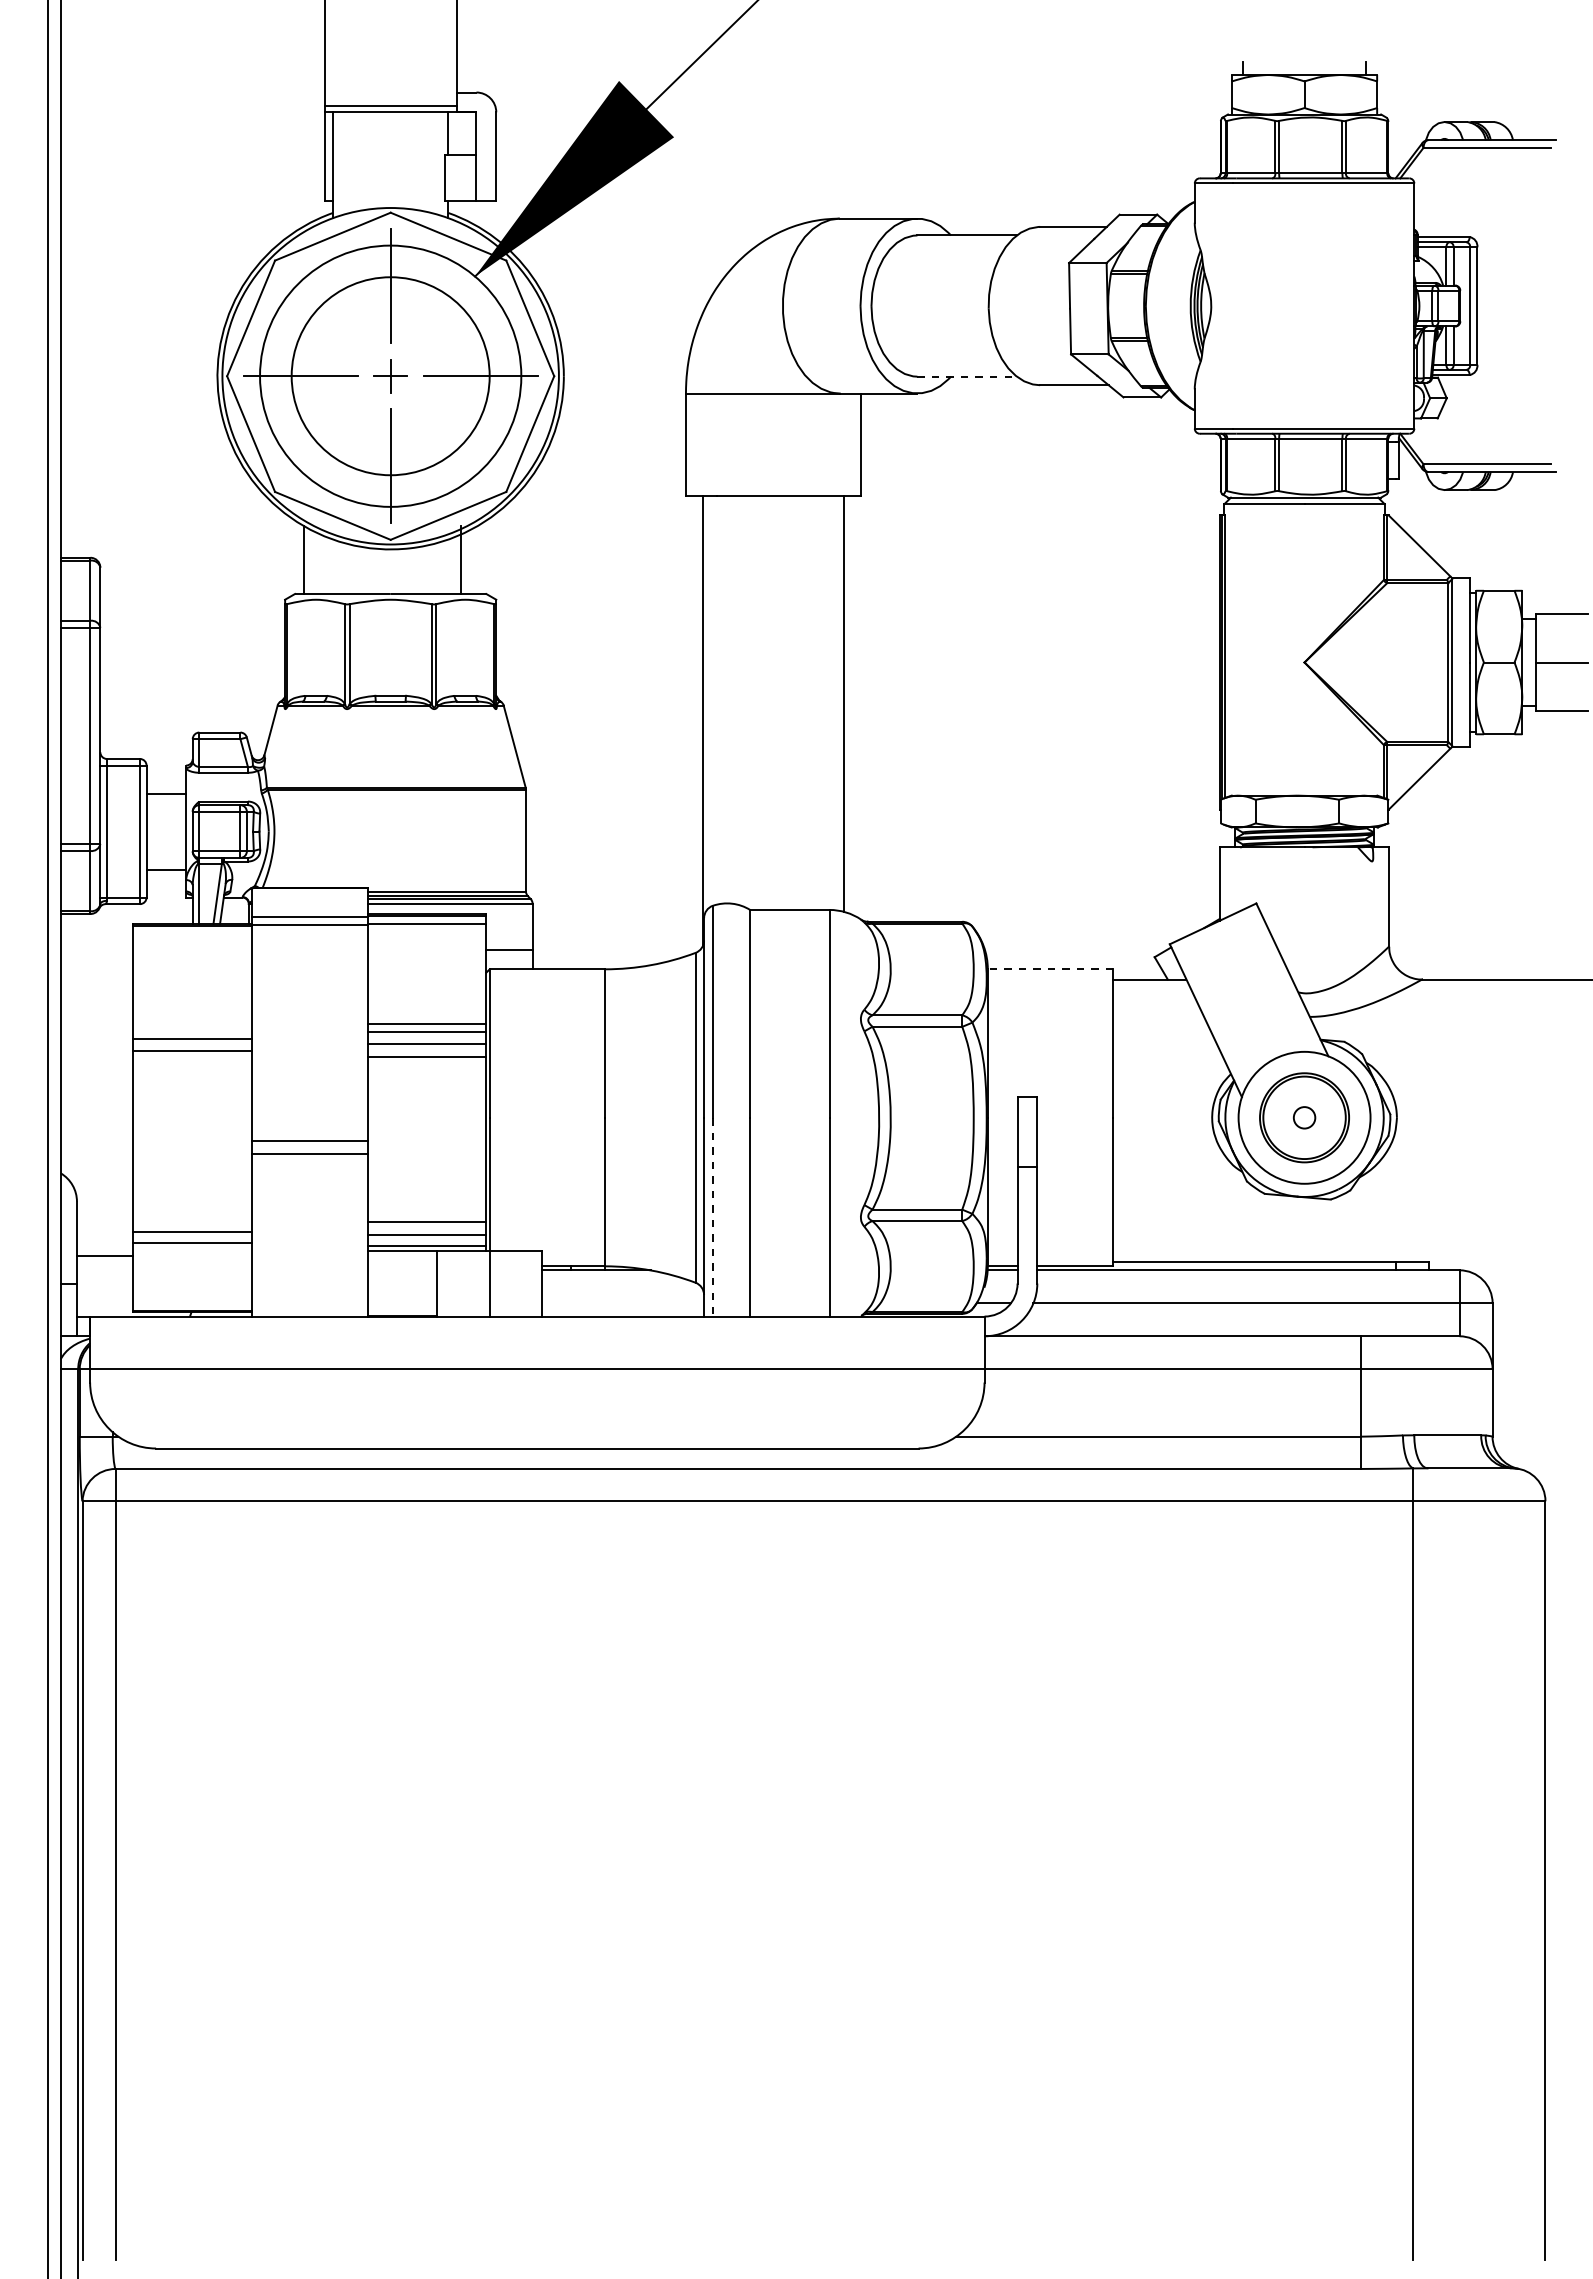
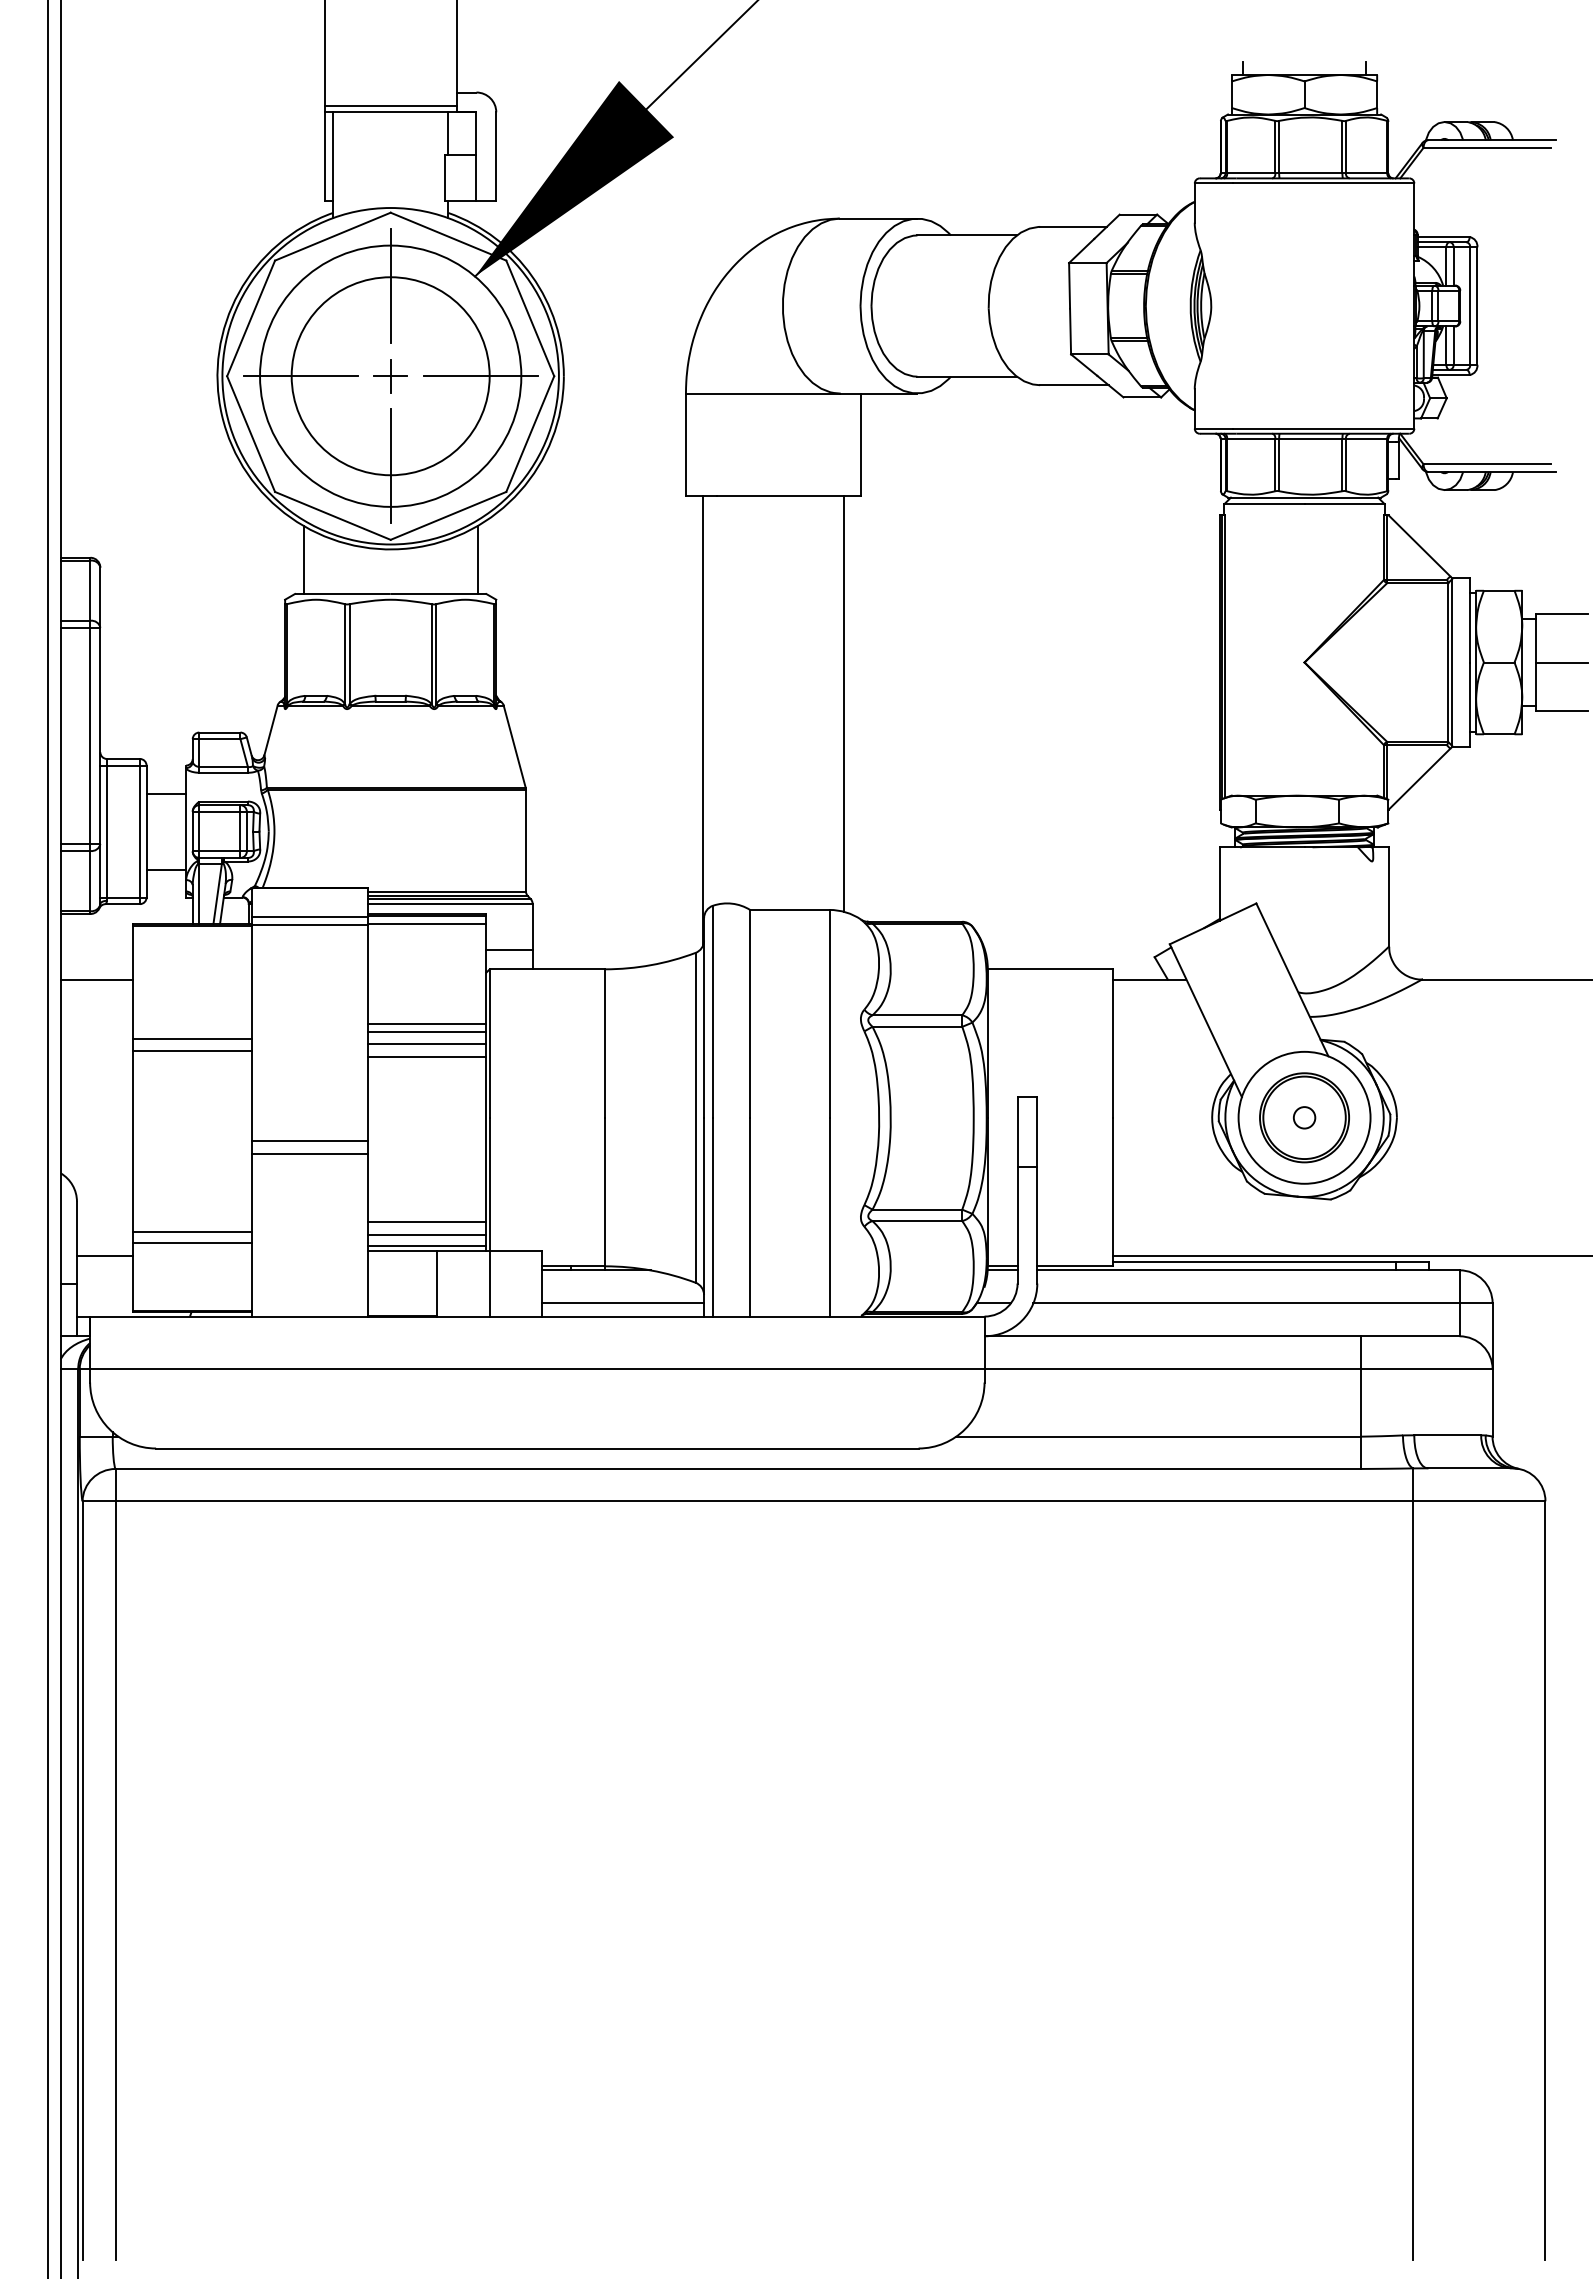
line at (967, 376): dashed -> solid
line at (460, 559) position: (460, 559) -> (477, 559)
line at (1050, 969): dashed -> solid
line at (96, 979): none -> present
line at (713, 1217): dashed -> solid
line at (1351, 1256): none -> present
line at (623, 1303): none -> present
